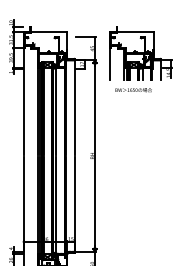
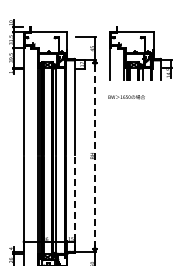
text at (133, 90) position: (133, 90) -> (126, 97)
line at (94, 155): solid -> dashed
line at (74, 204): solid -> dashed
